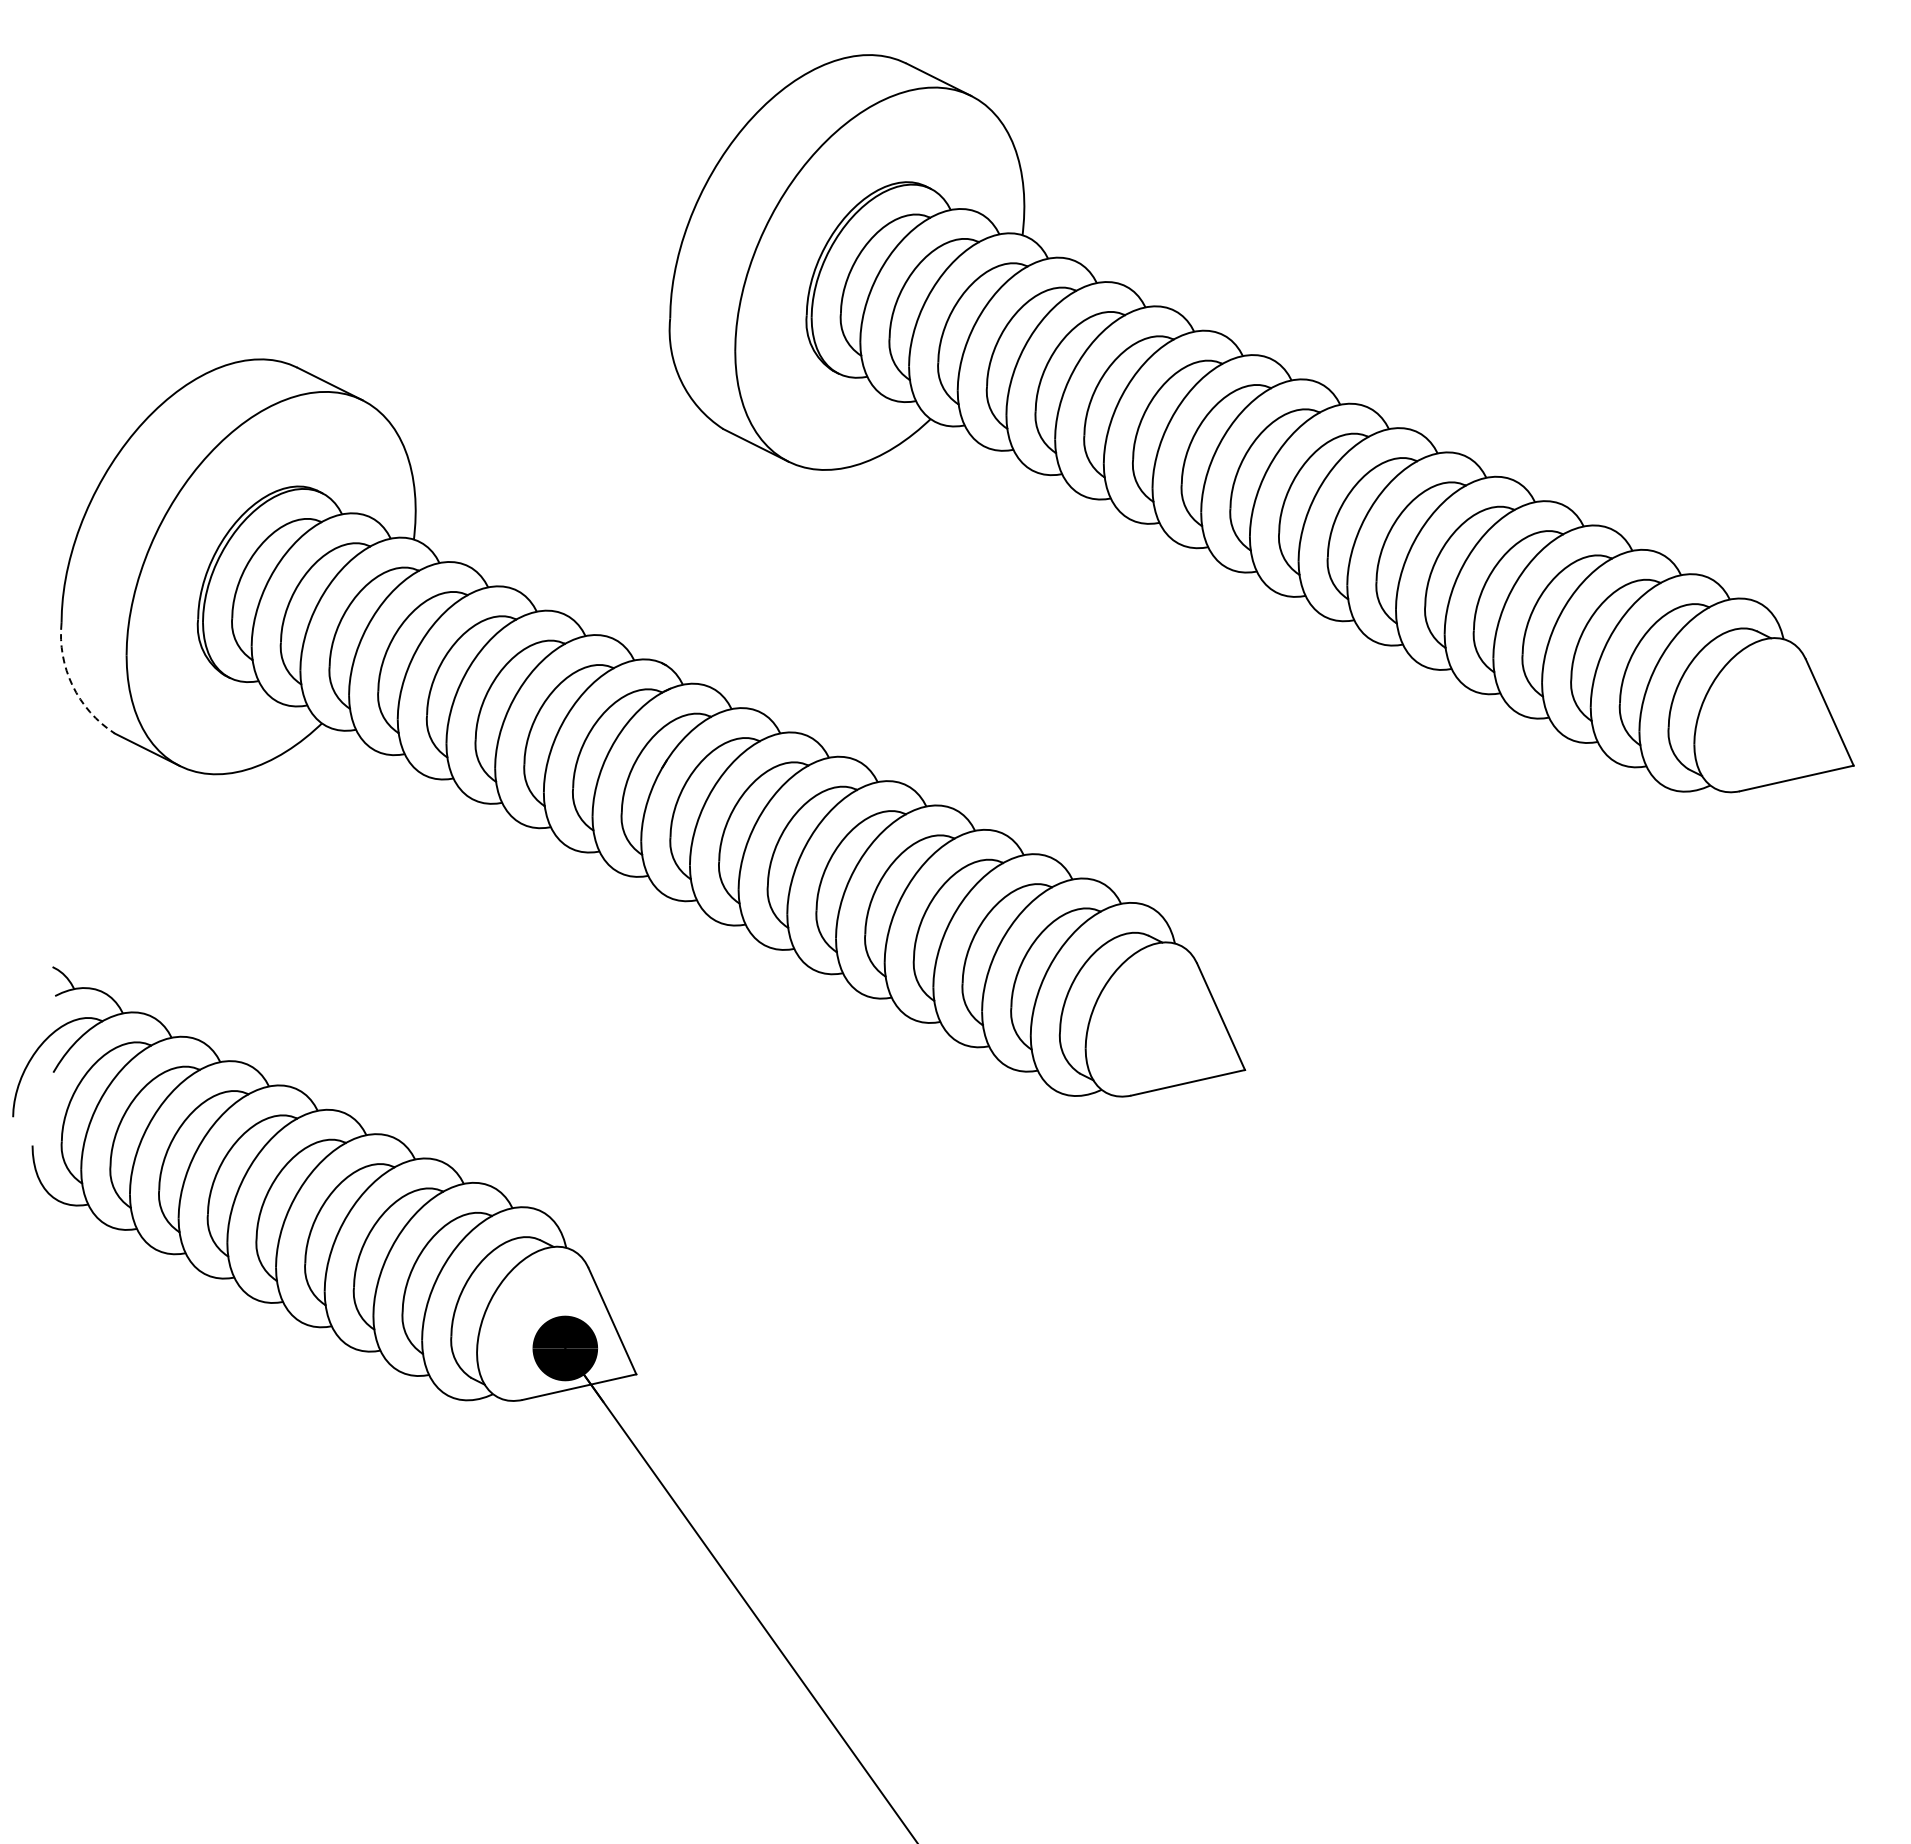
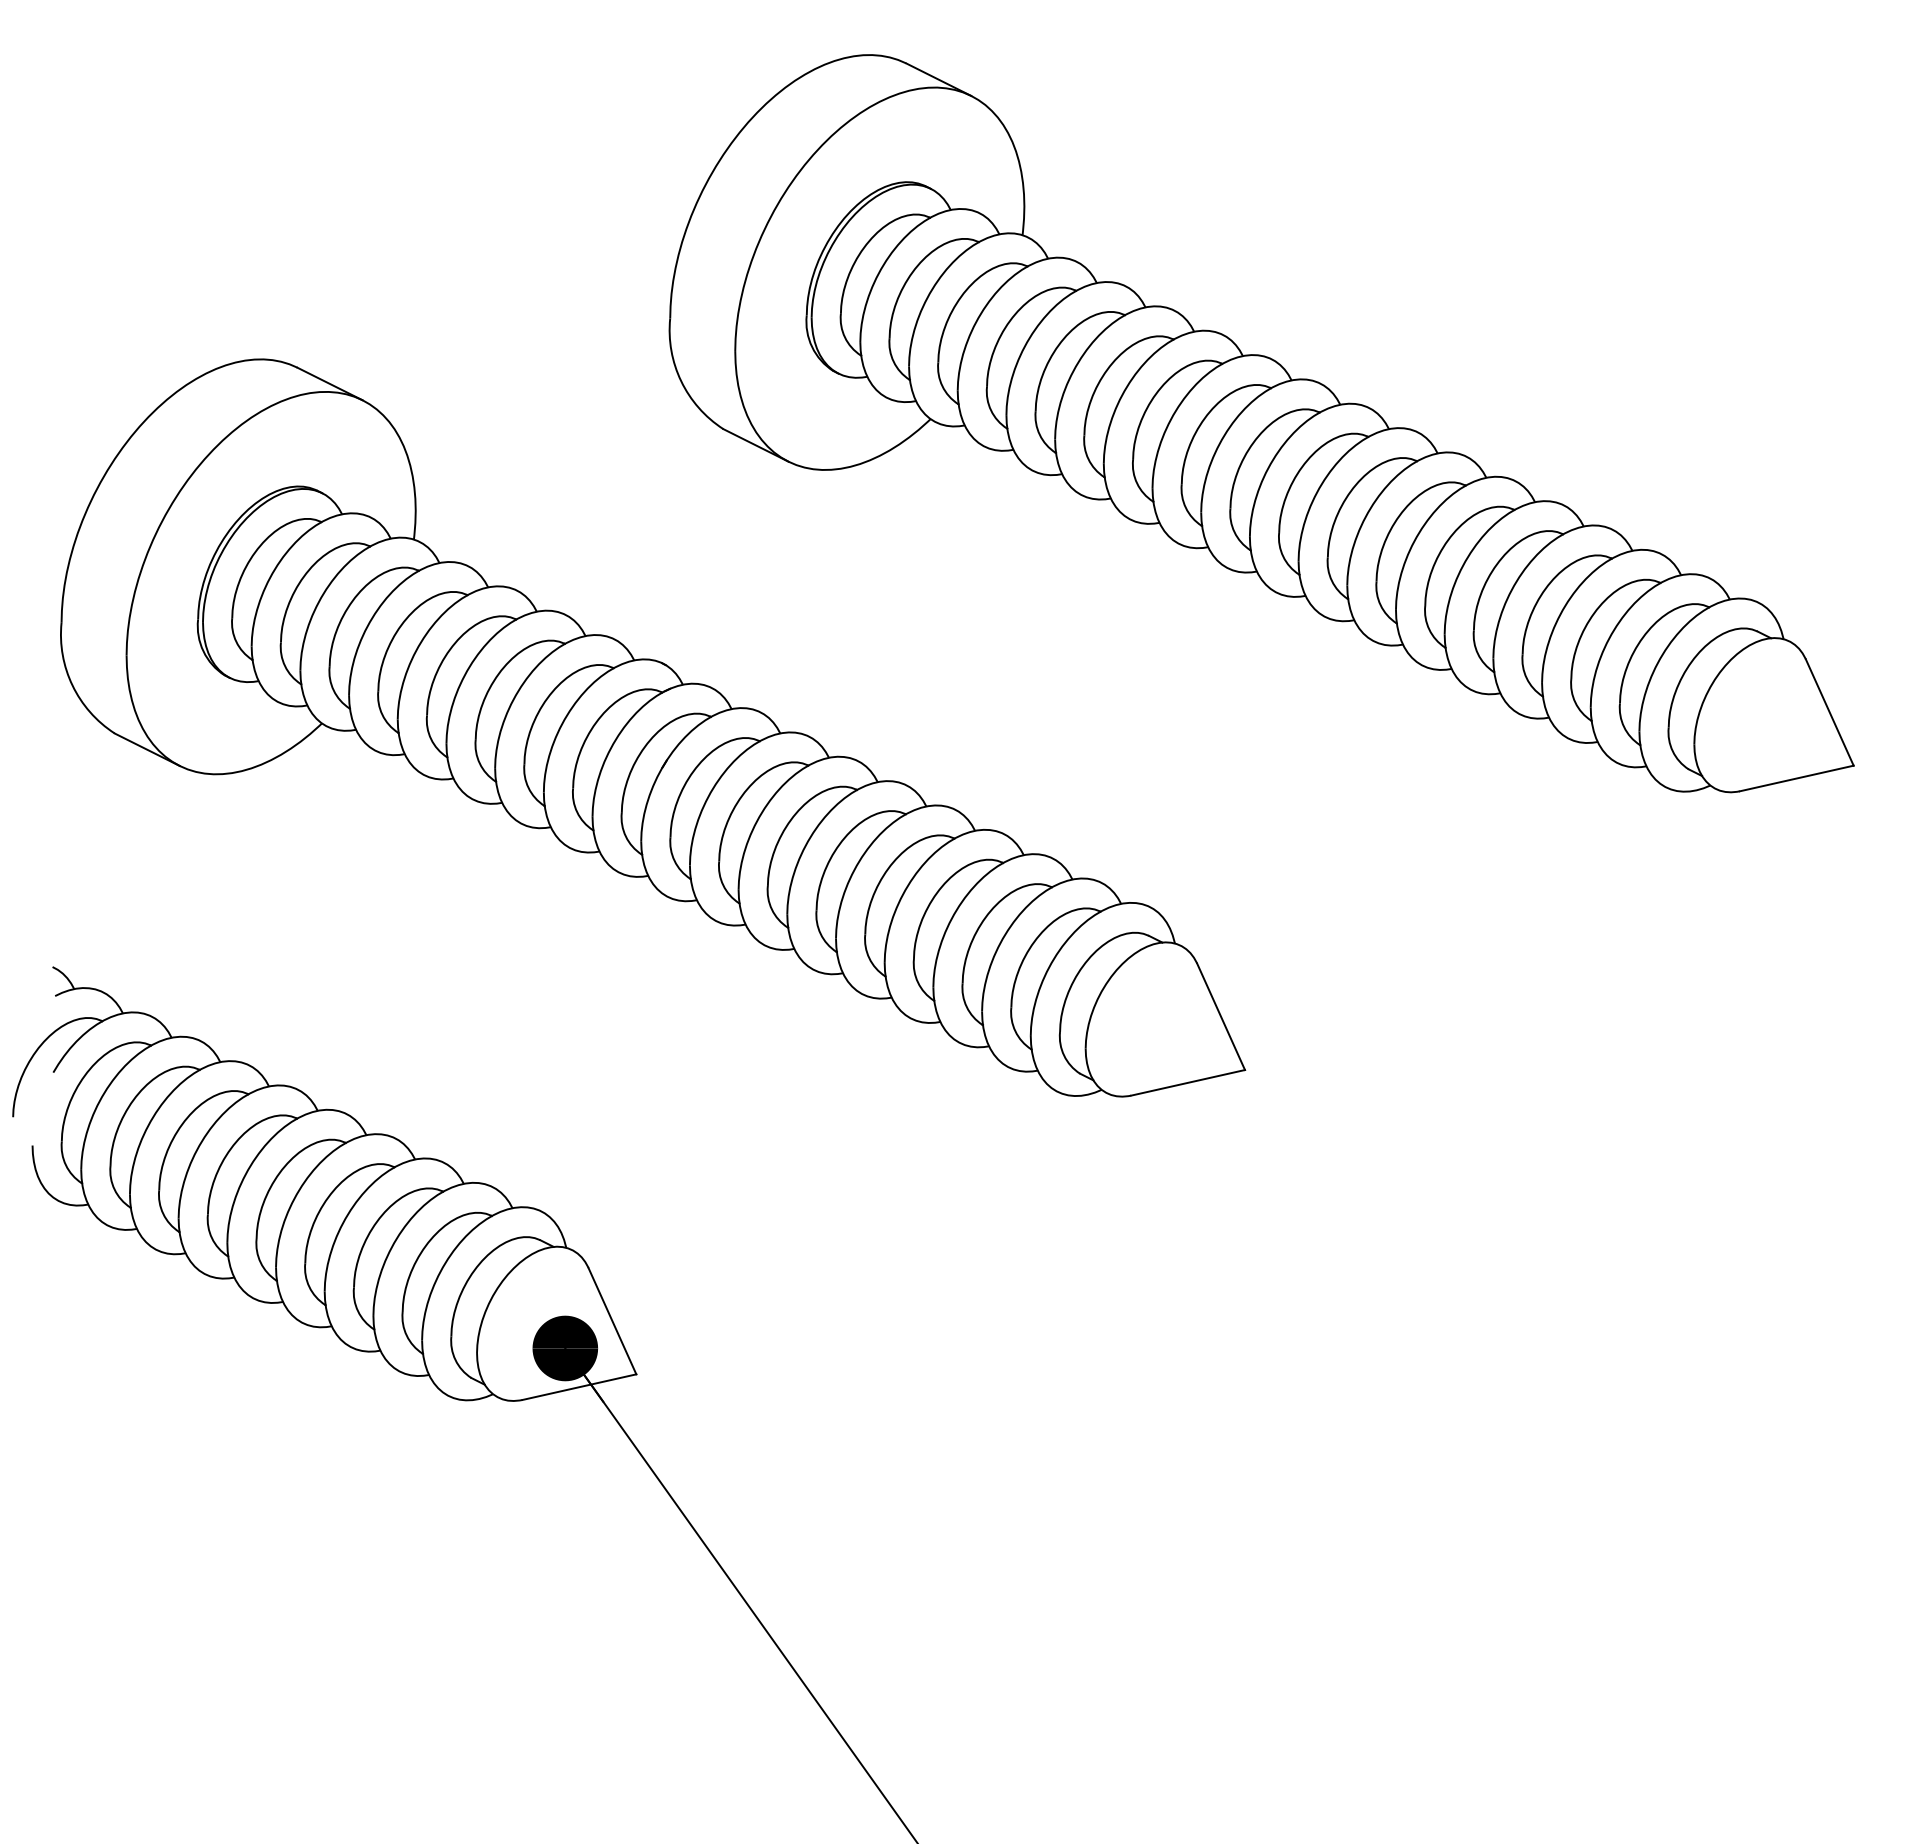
arc at (72, 685): dashed -> solid
